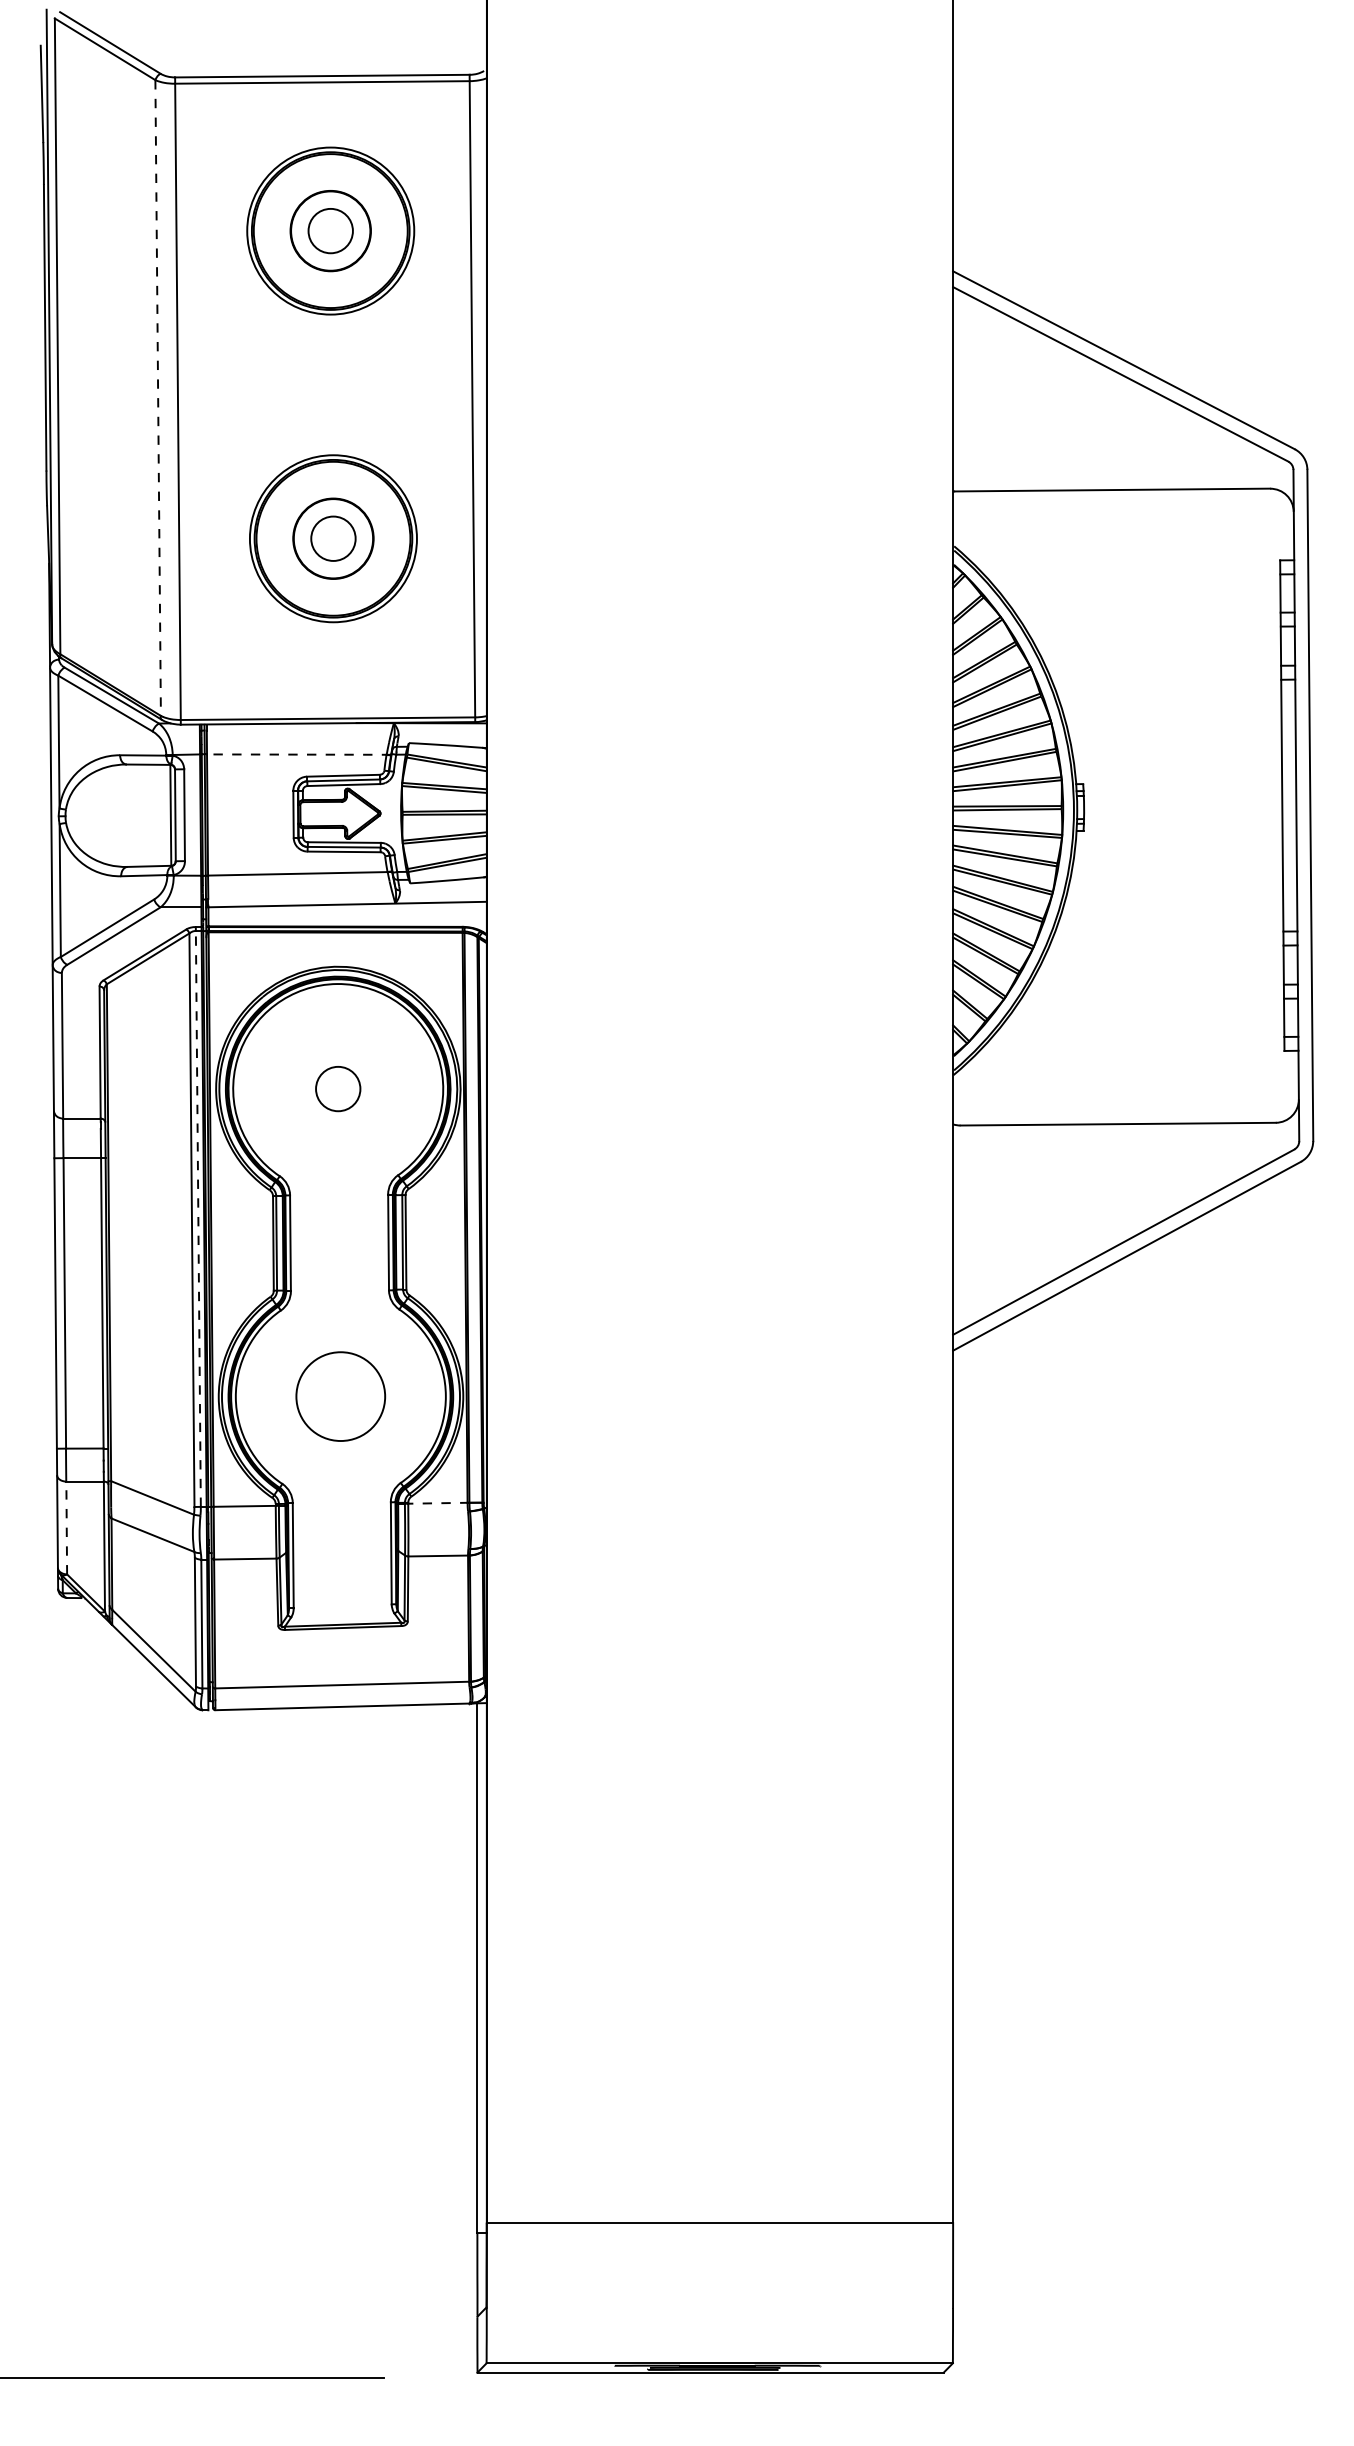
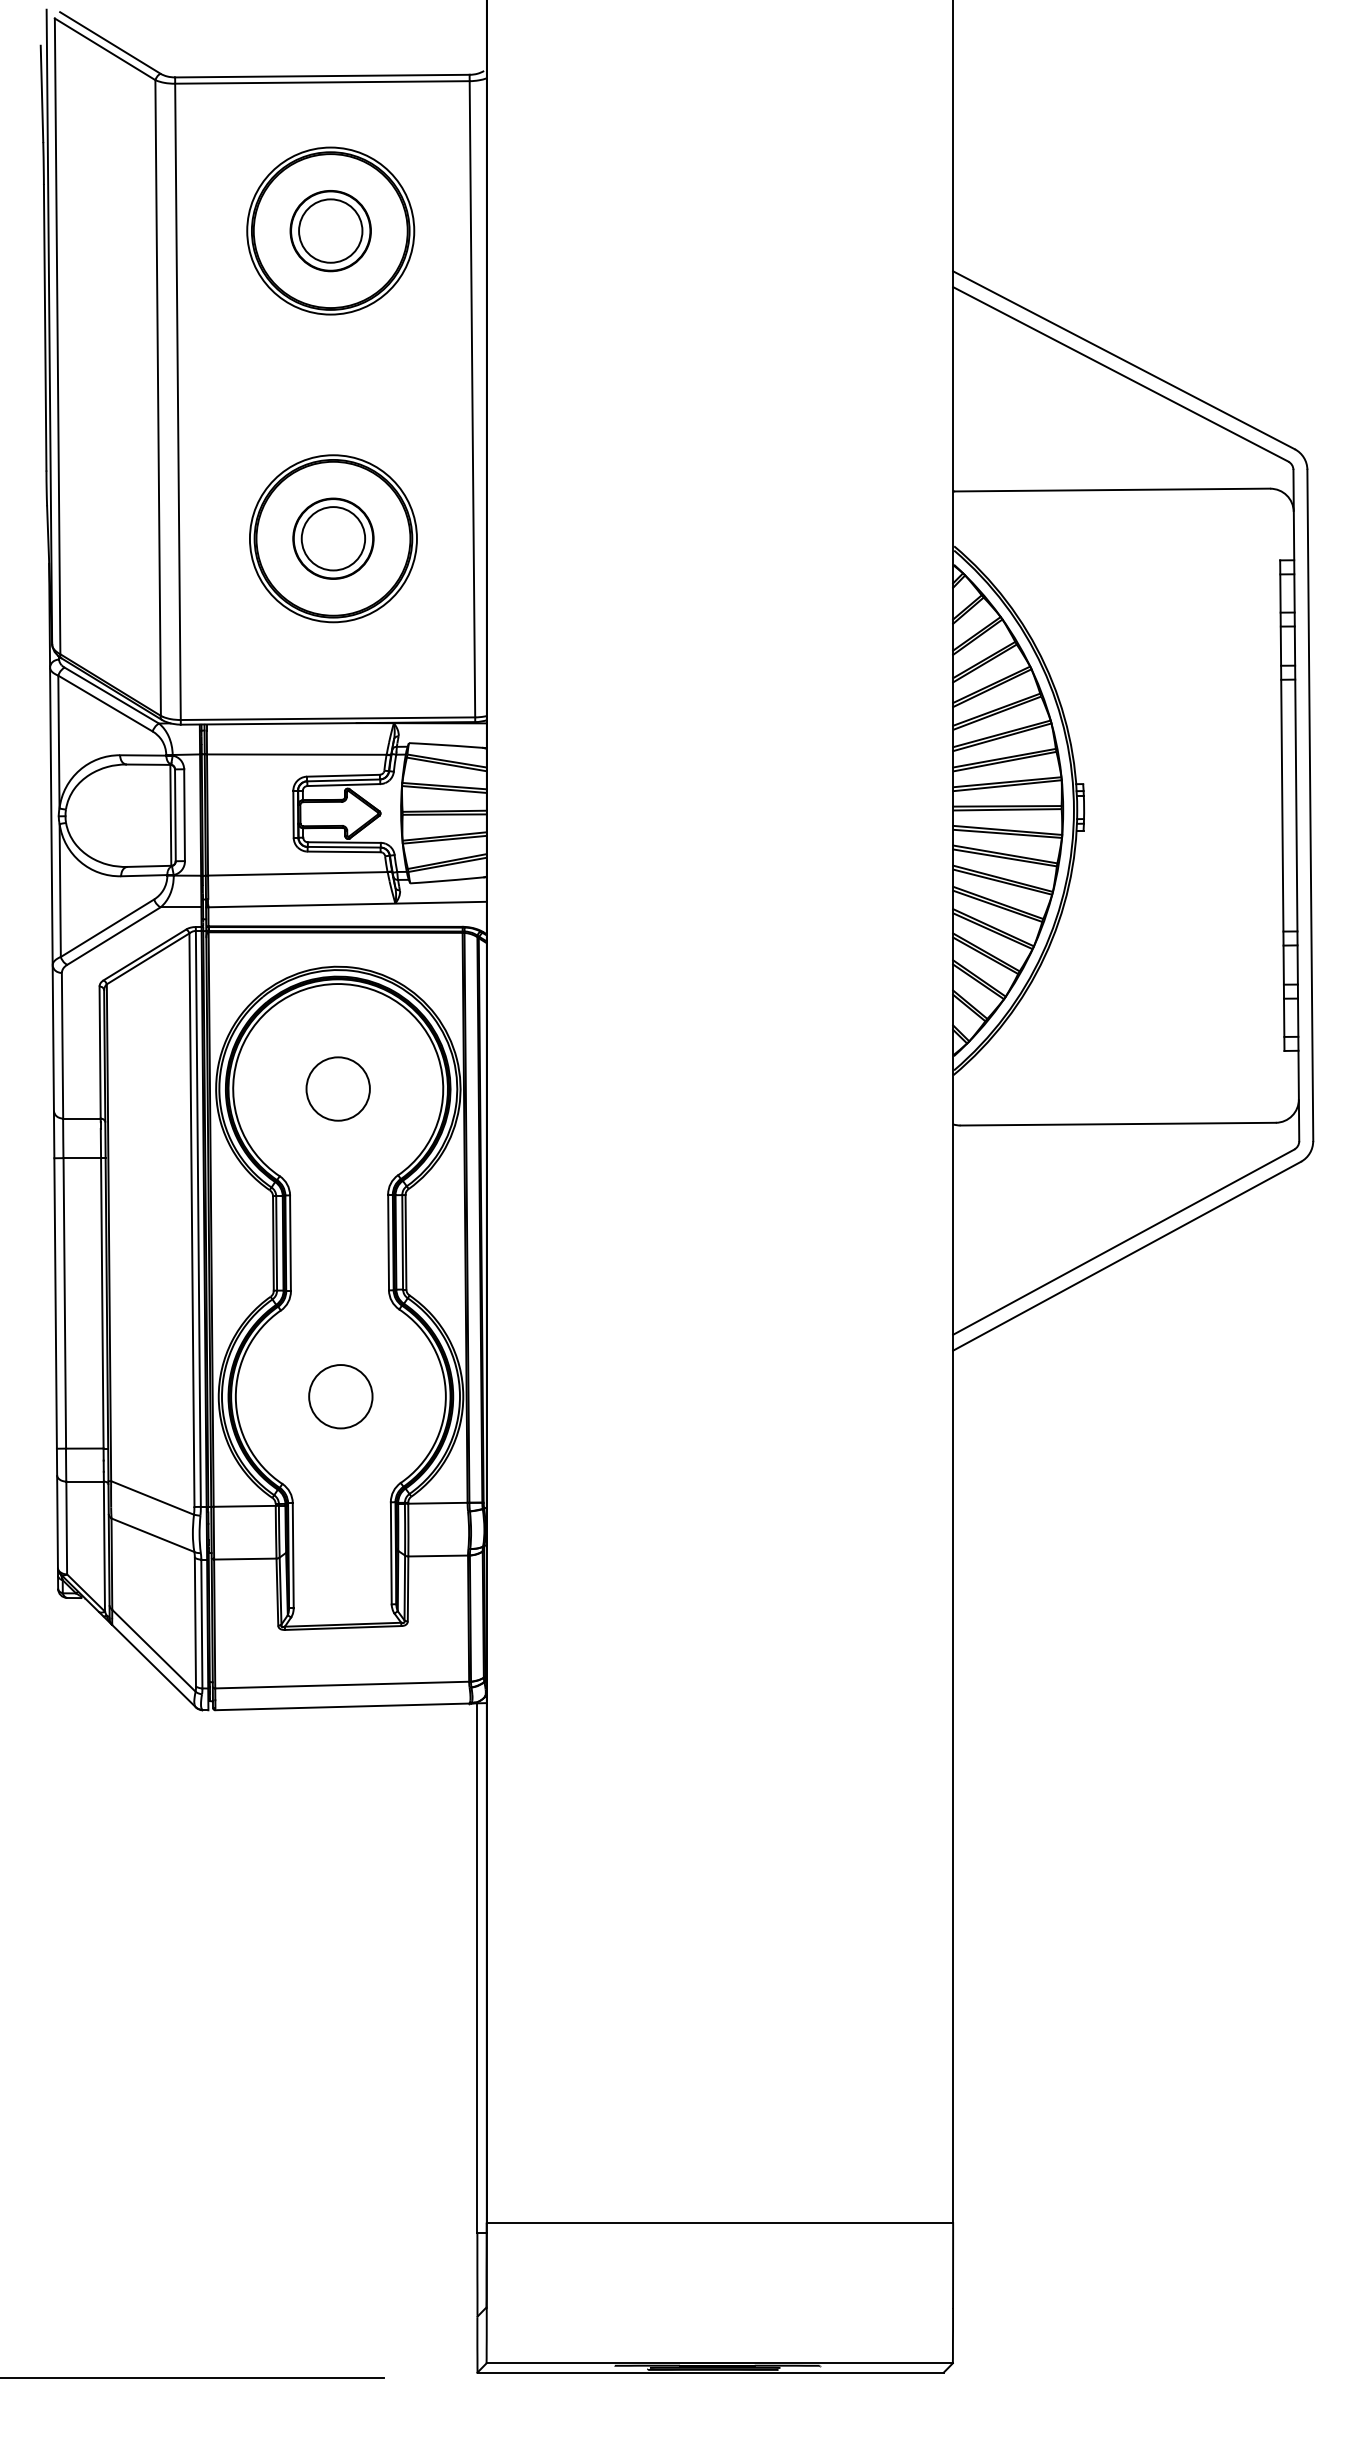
circle at (330, 230) diameter: 44 px -> 63 px
line at (158, 398): dashed -> solid
circle at (333, 538) diameter: 44 px -> 63 px
line at (297, 754): dashed -> solid
circle at (338, 1088) diameter: 44 px -> 63 px
line at (198, 1218): dashed -> solid
circle at (340, 1396) size: 92x91 px -> 66x66 px
line at (438, 1503): dashed -> solid
line at (66, 1527): dashed -> solid
